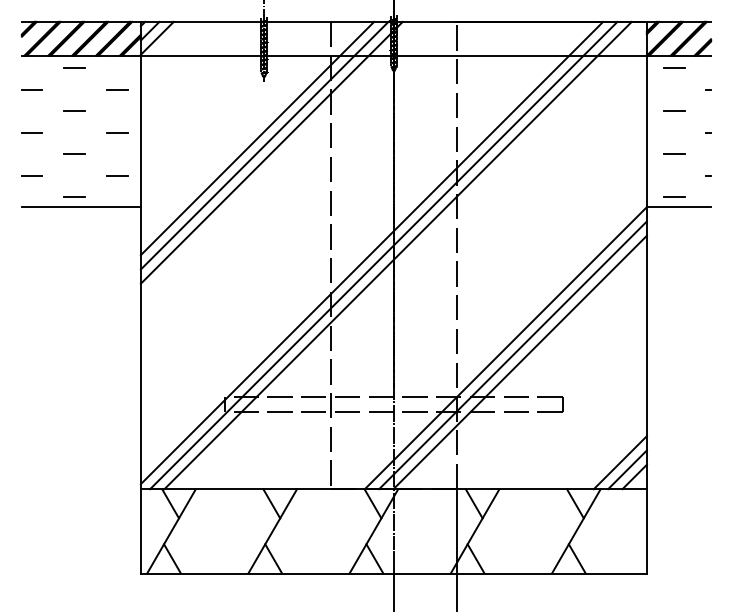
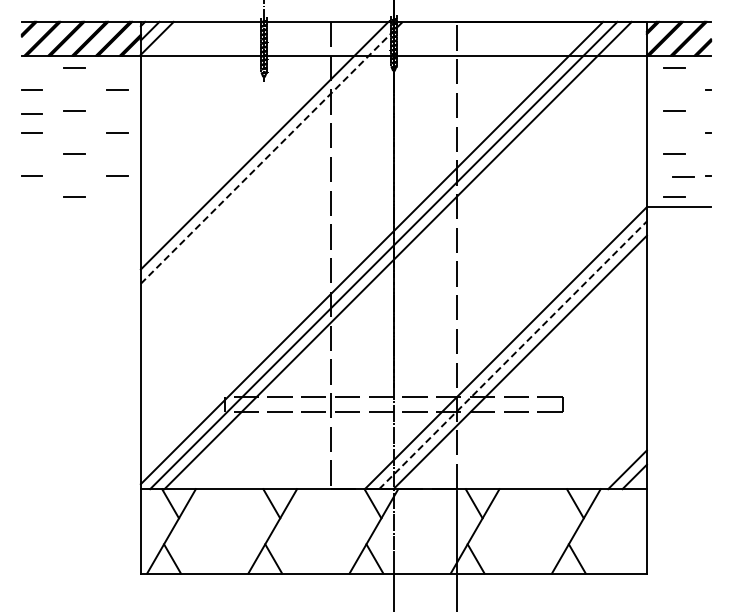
line at (31, 113): none -> present
line at (257, 138): present -> none
line at (272, 152): solid -> dashed
line at (683, 176): none -> present
line at (80, 207): present -> none
line at (513, 354): solid -> dashed
line at (619, 462): present -> none
